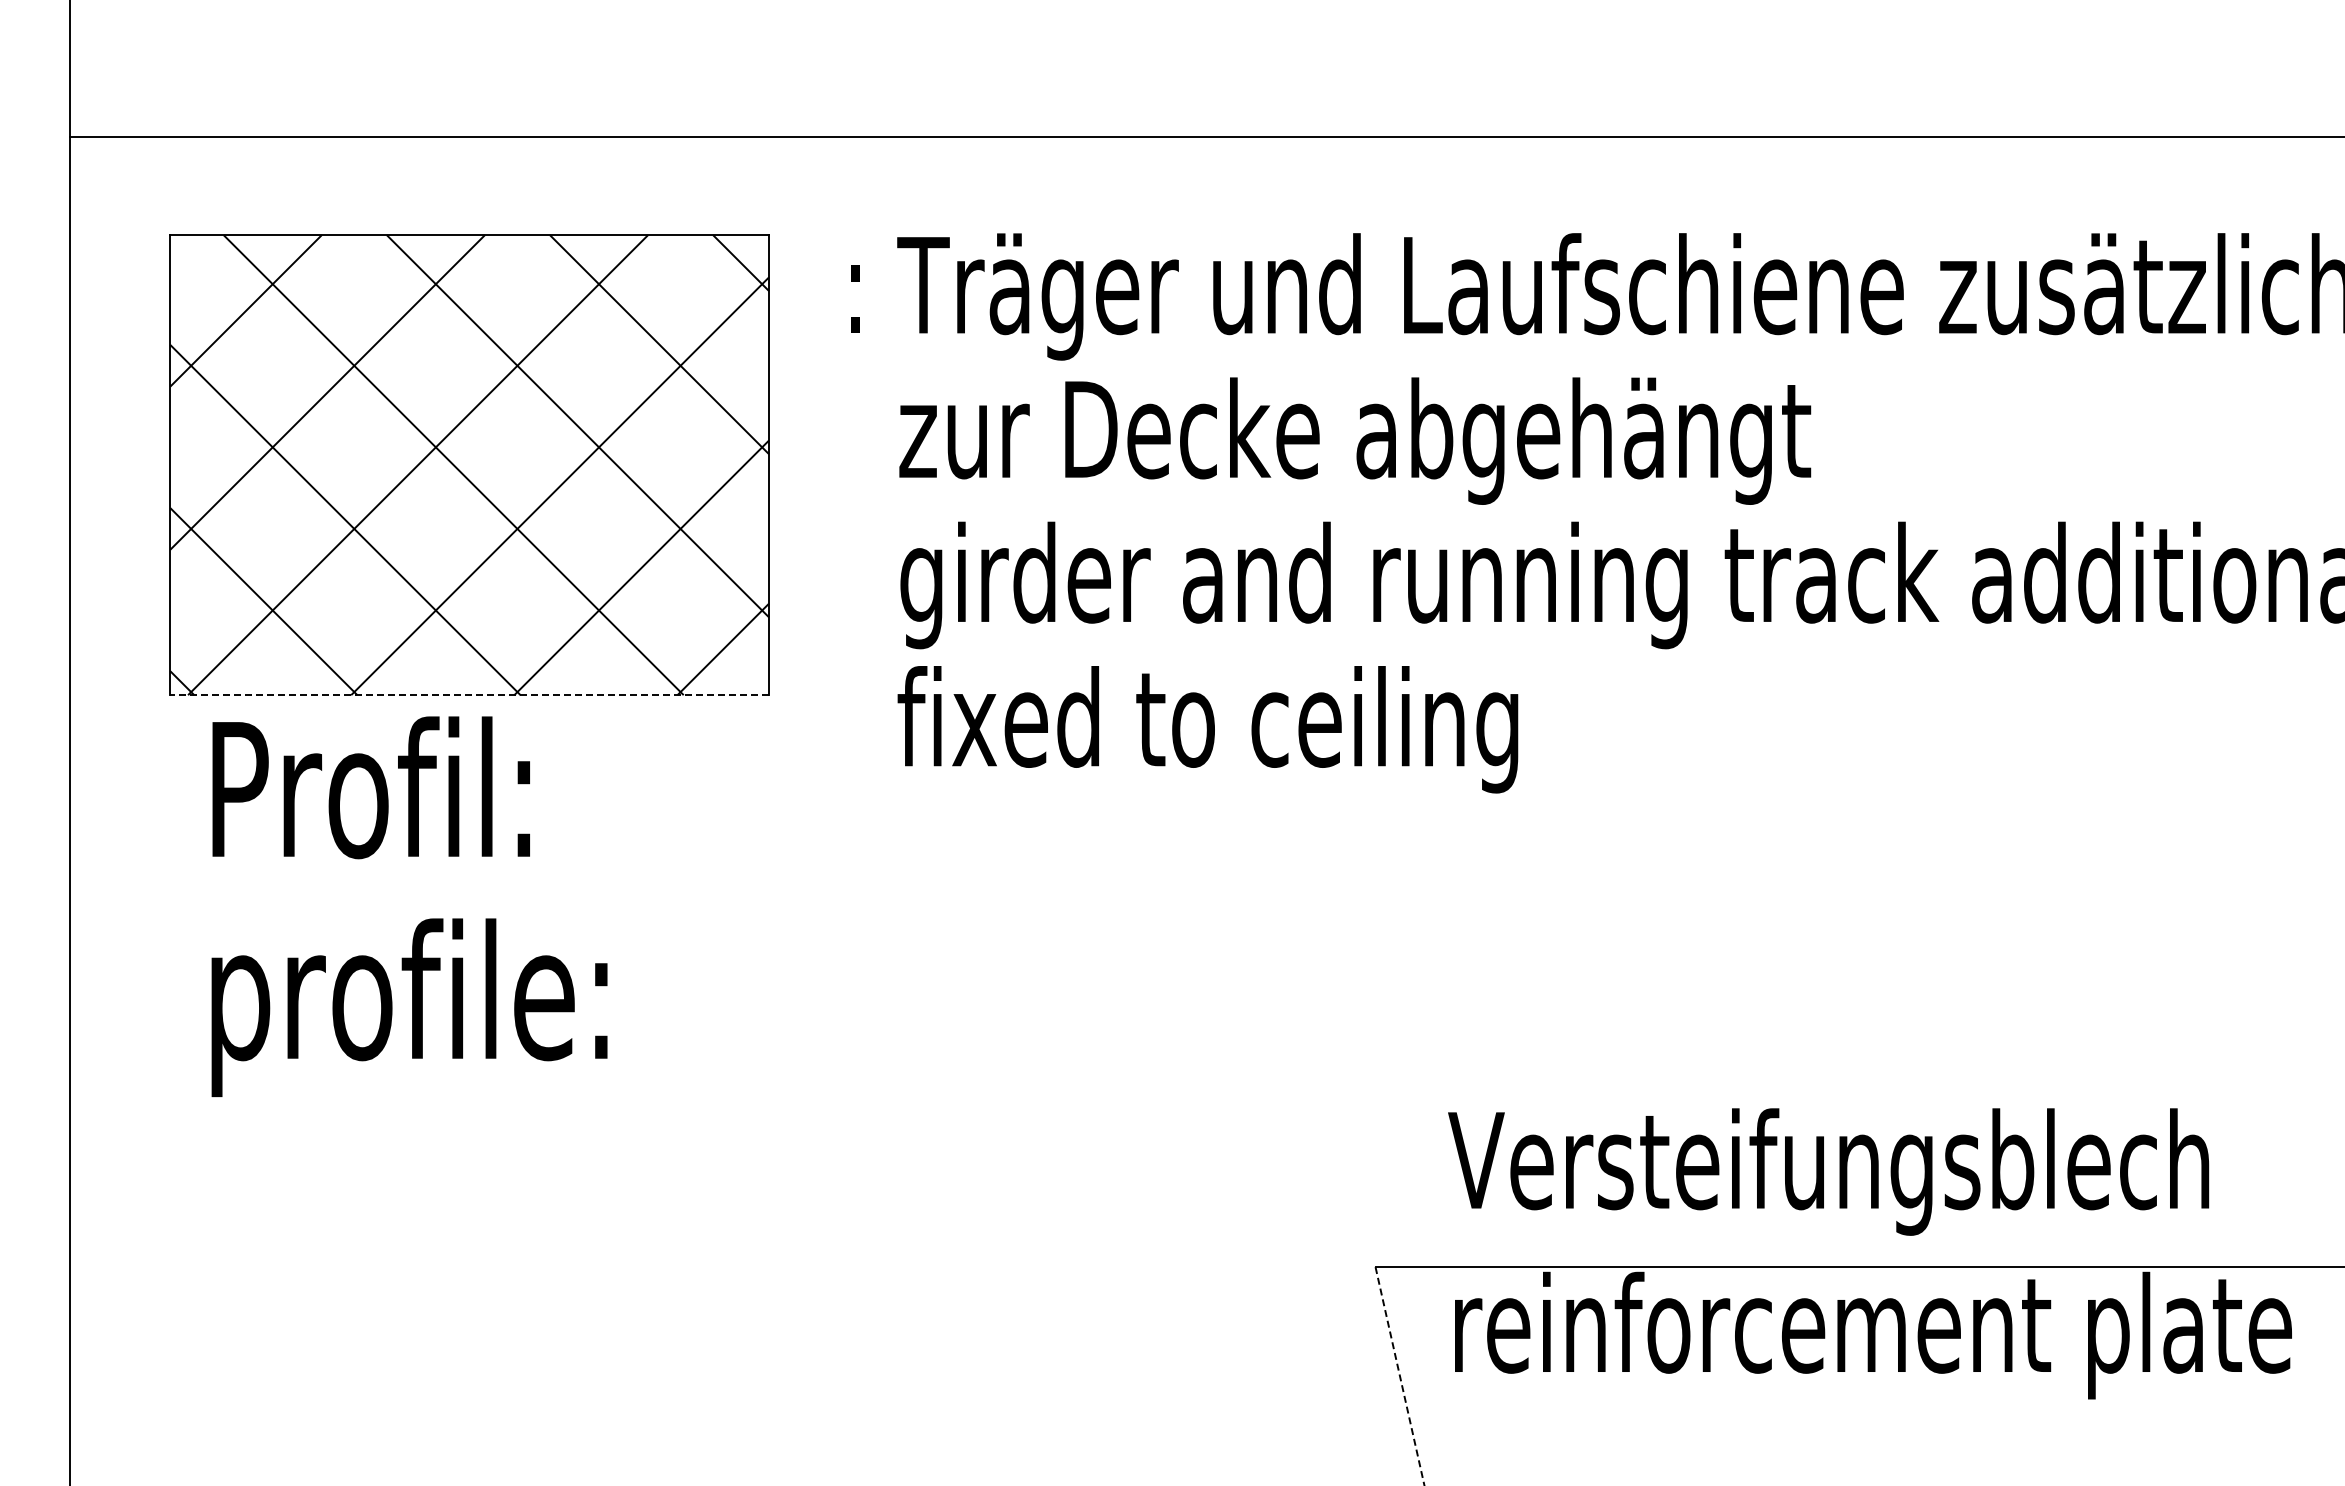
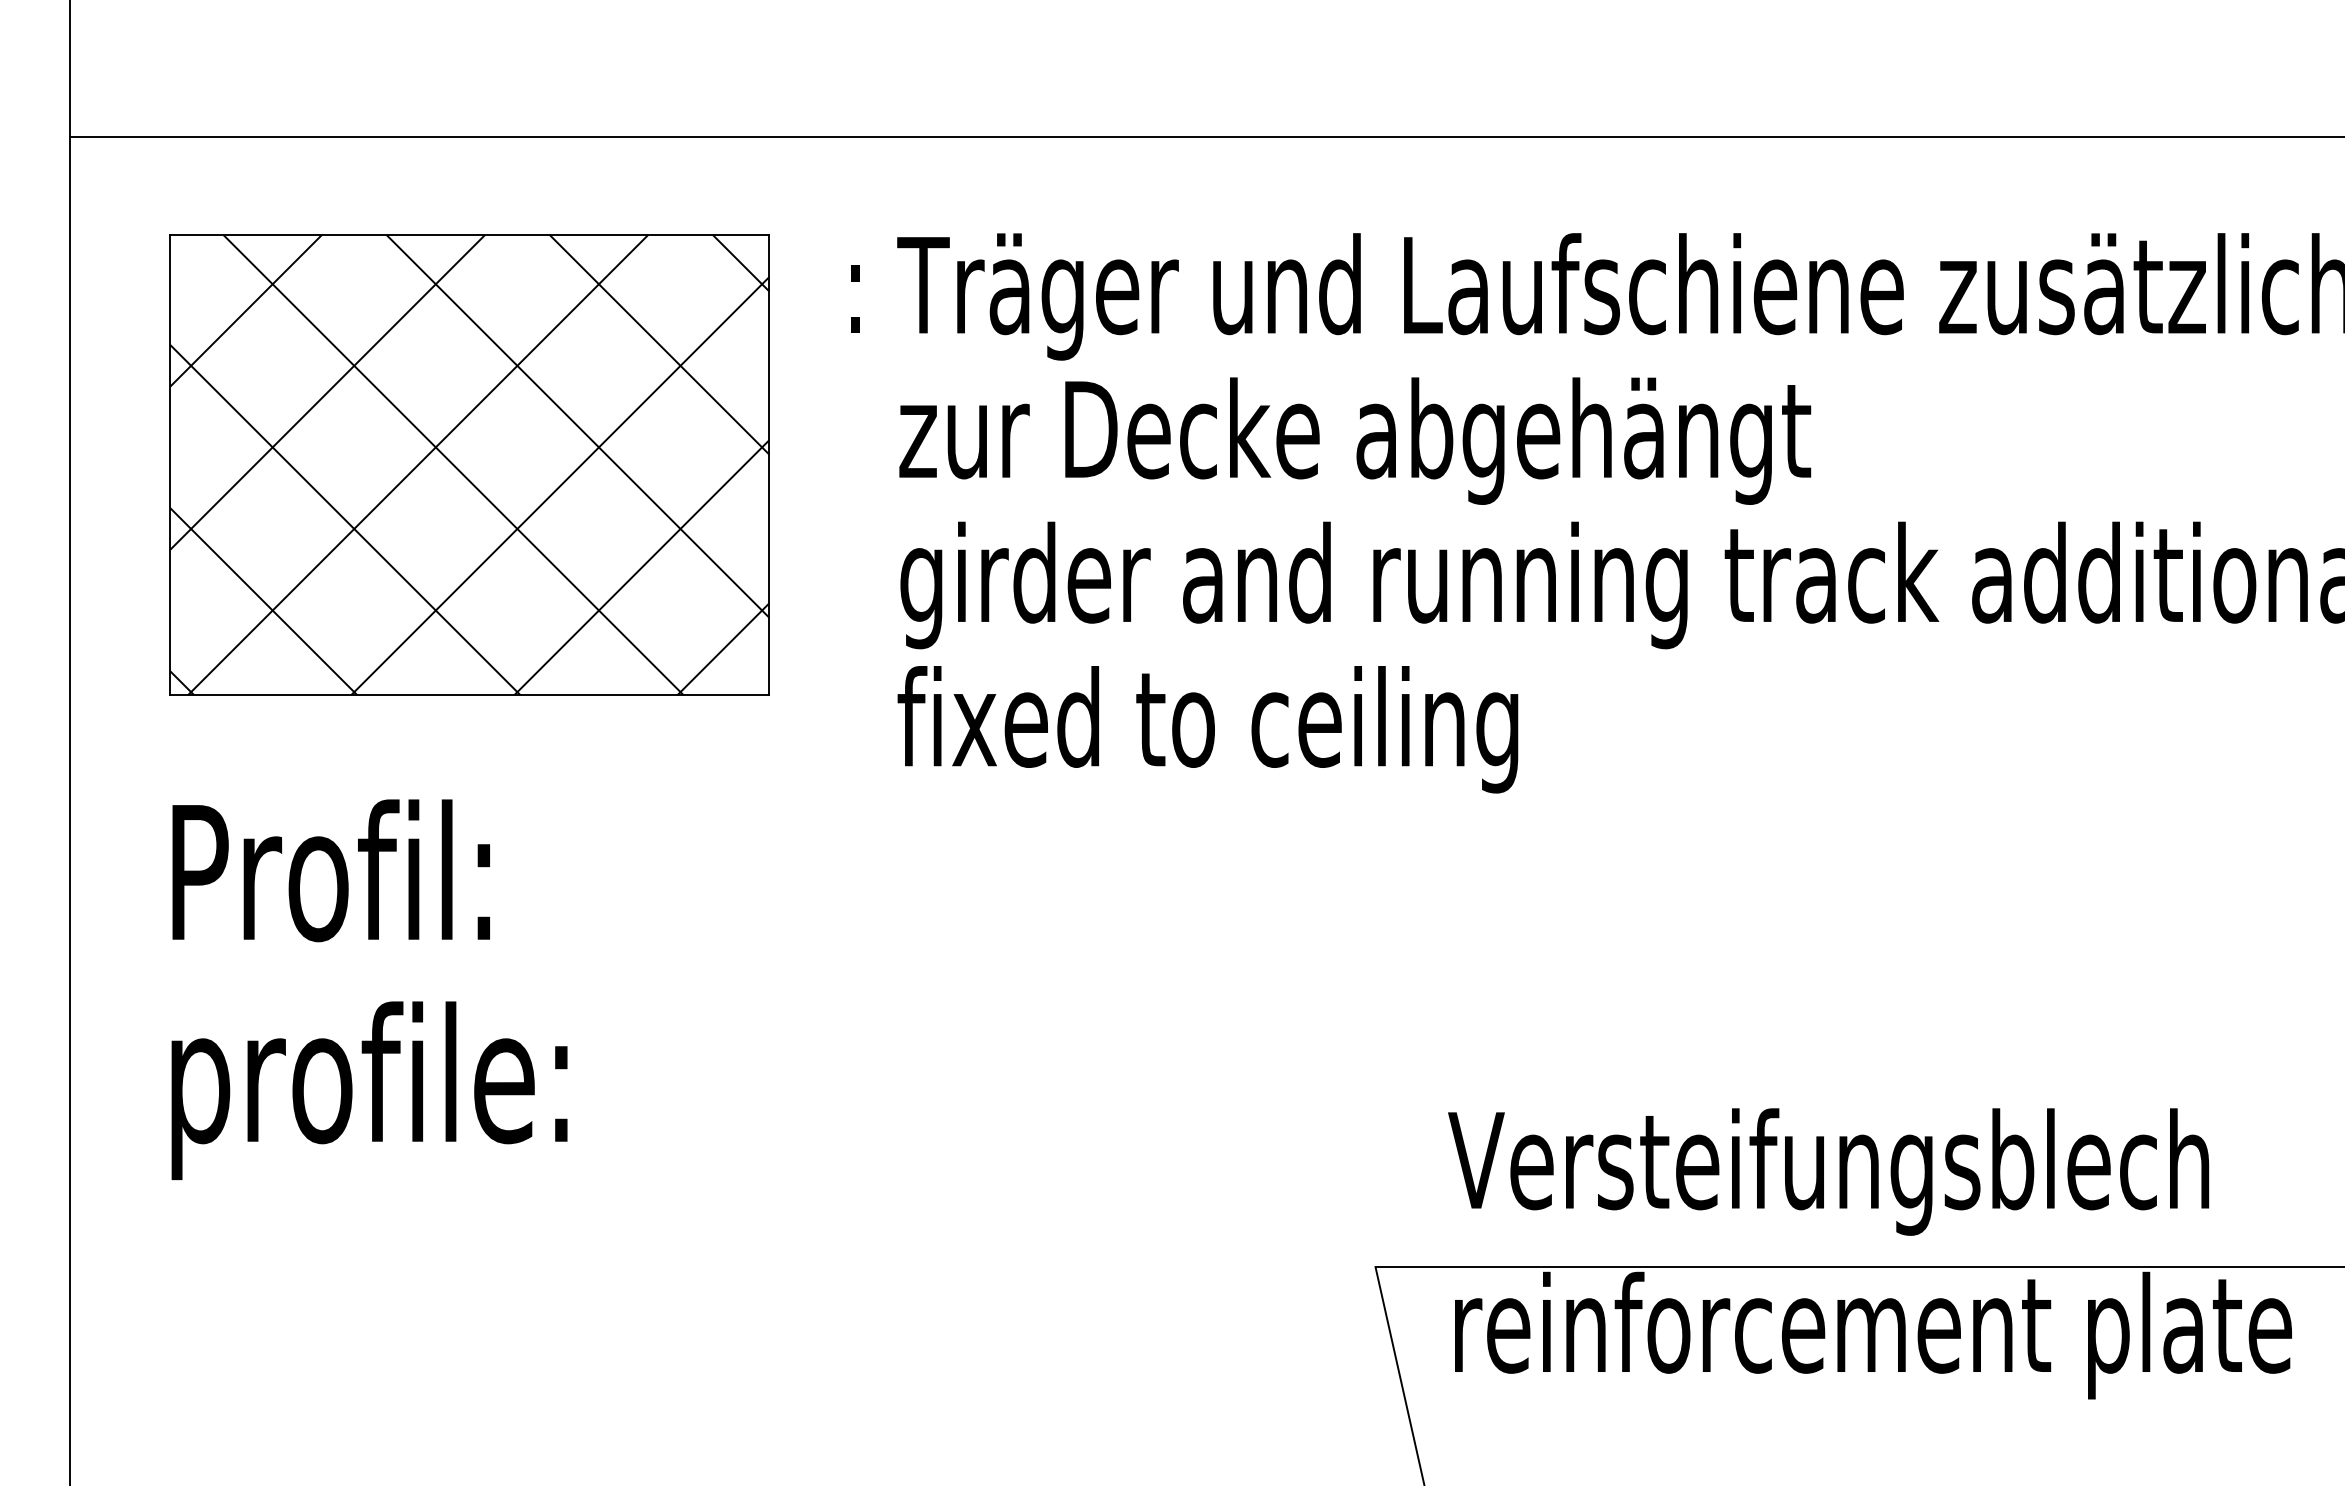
line at (469, 695): dashed -> solid
text at (409, 906) position: (409, 906) -> (369, 989)
line at (1399, 1376): dashed -> solid
